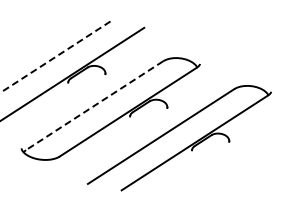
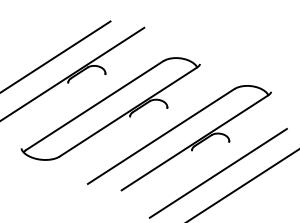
line at (55, 57): dashed -> solid
line at (94, 105): dashed -> solid
line at (217, 172): none -> present
line at (243, 185): none -> present
